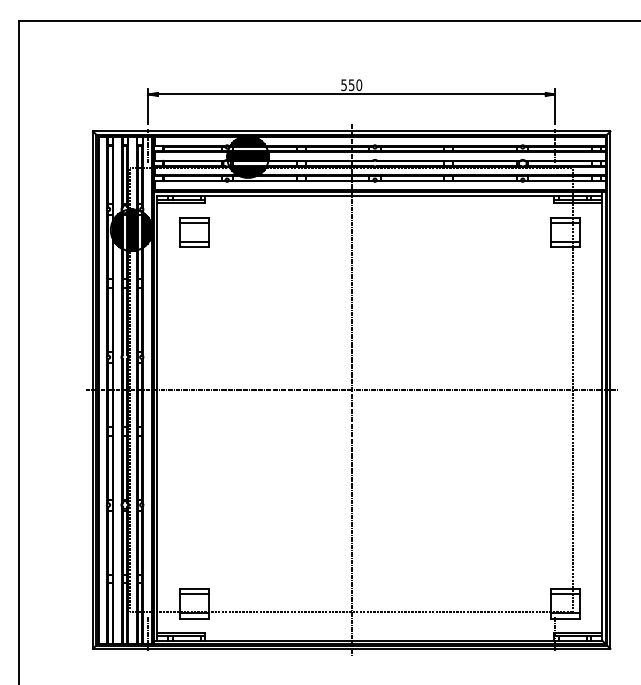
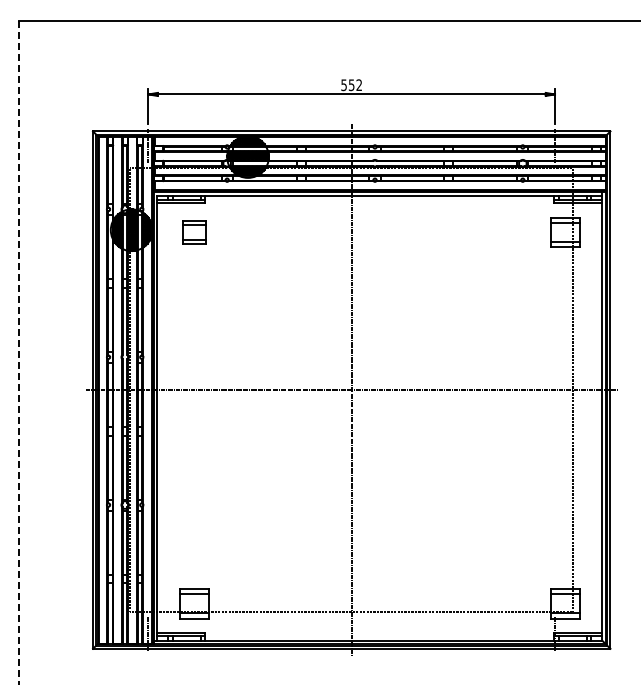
text at (359, 85): 550 -> 552
part at (194, 232) size: 31x31 px -> 25x25 px
line at (19, 352): solid -> dashed
